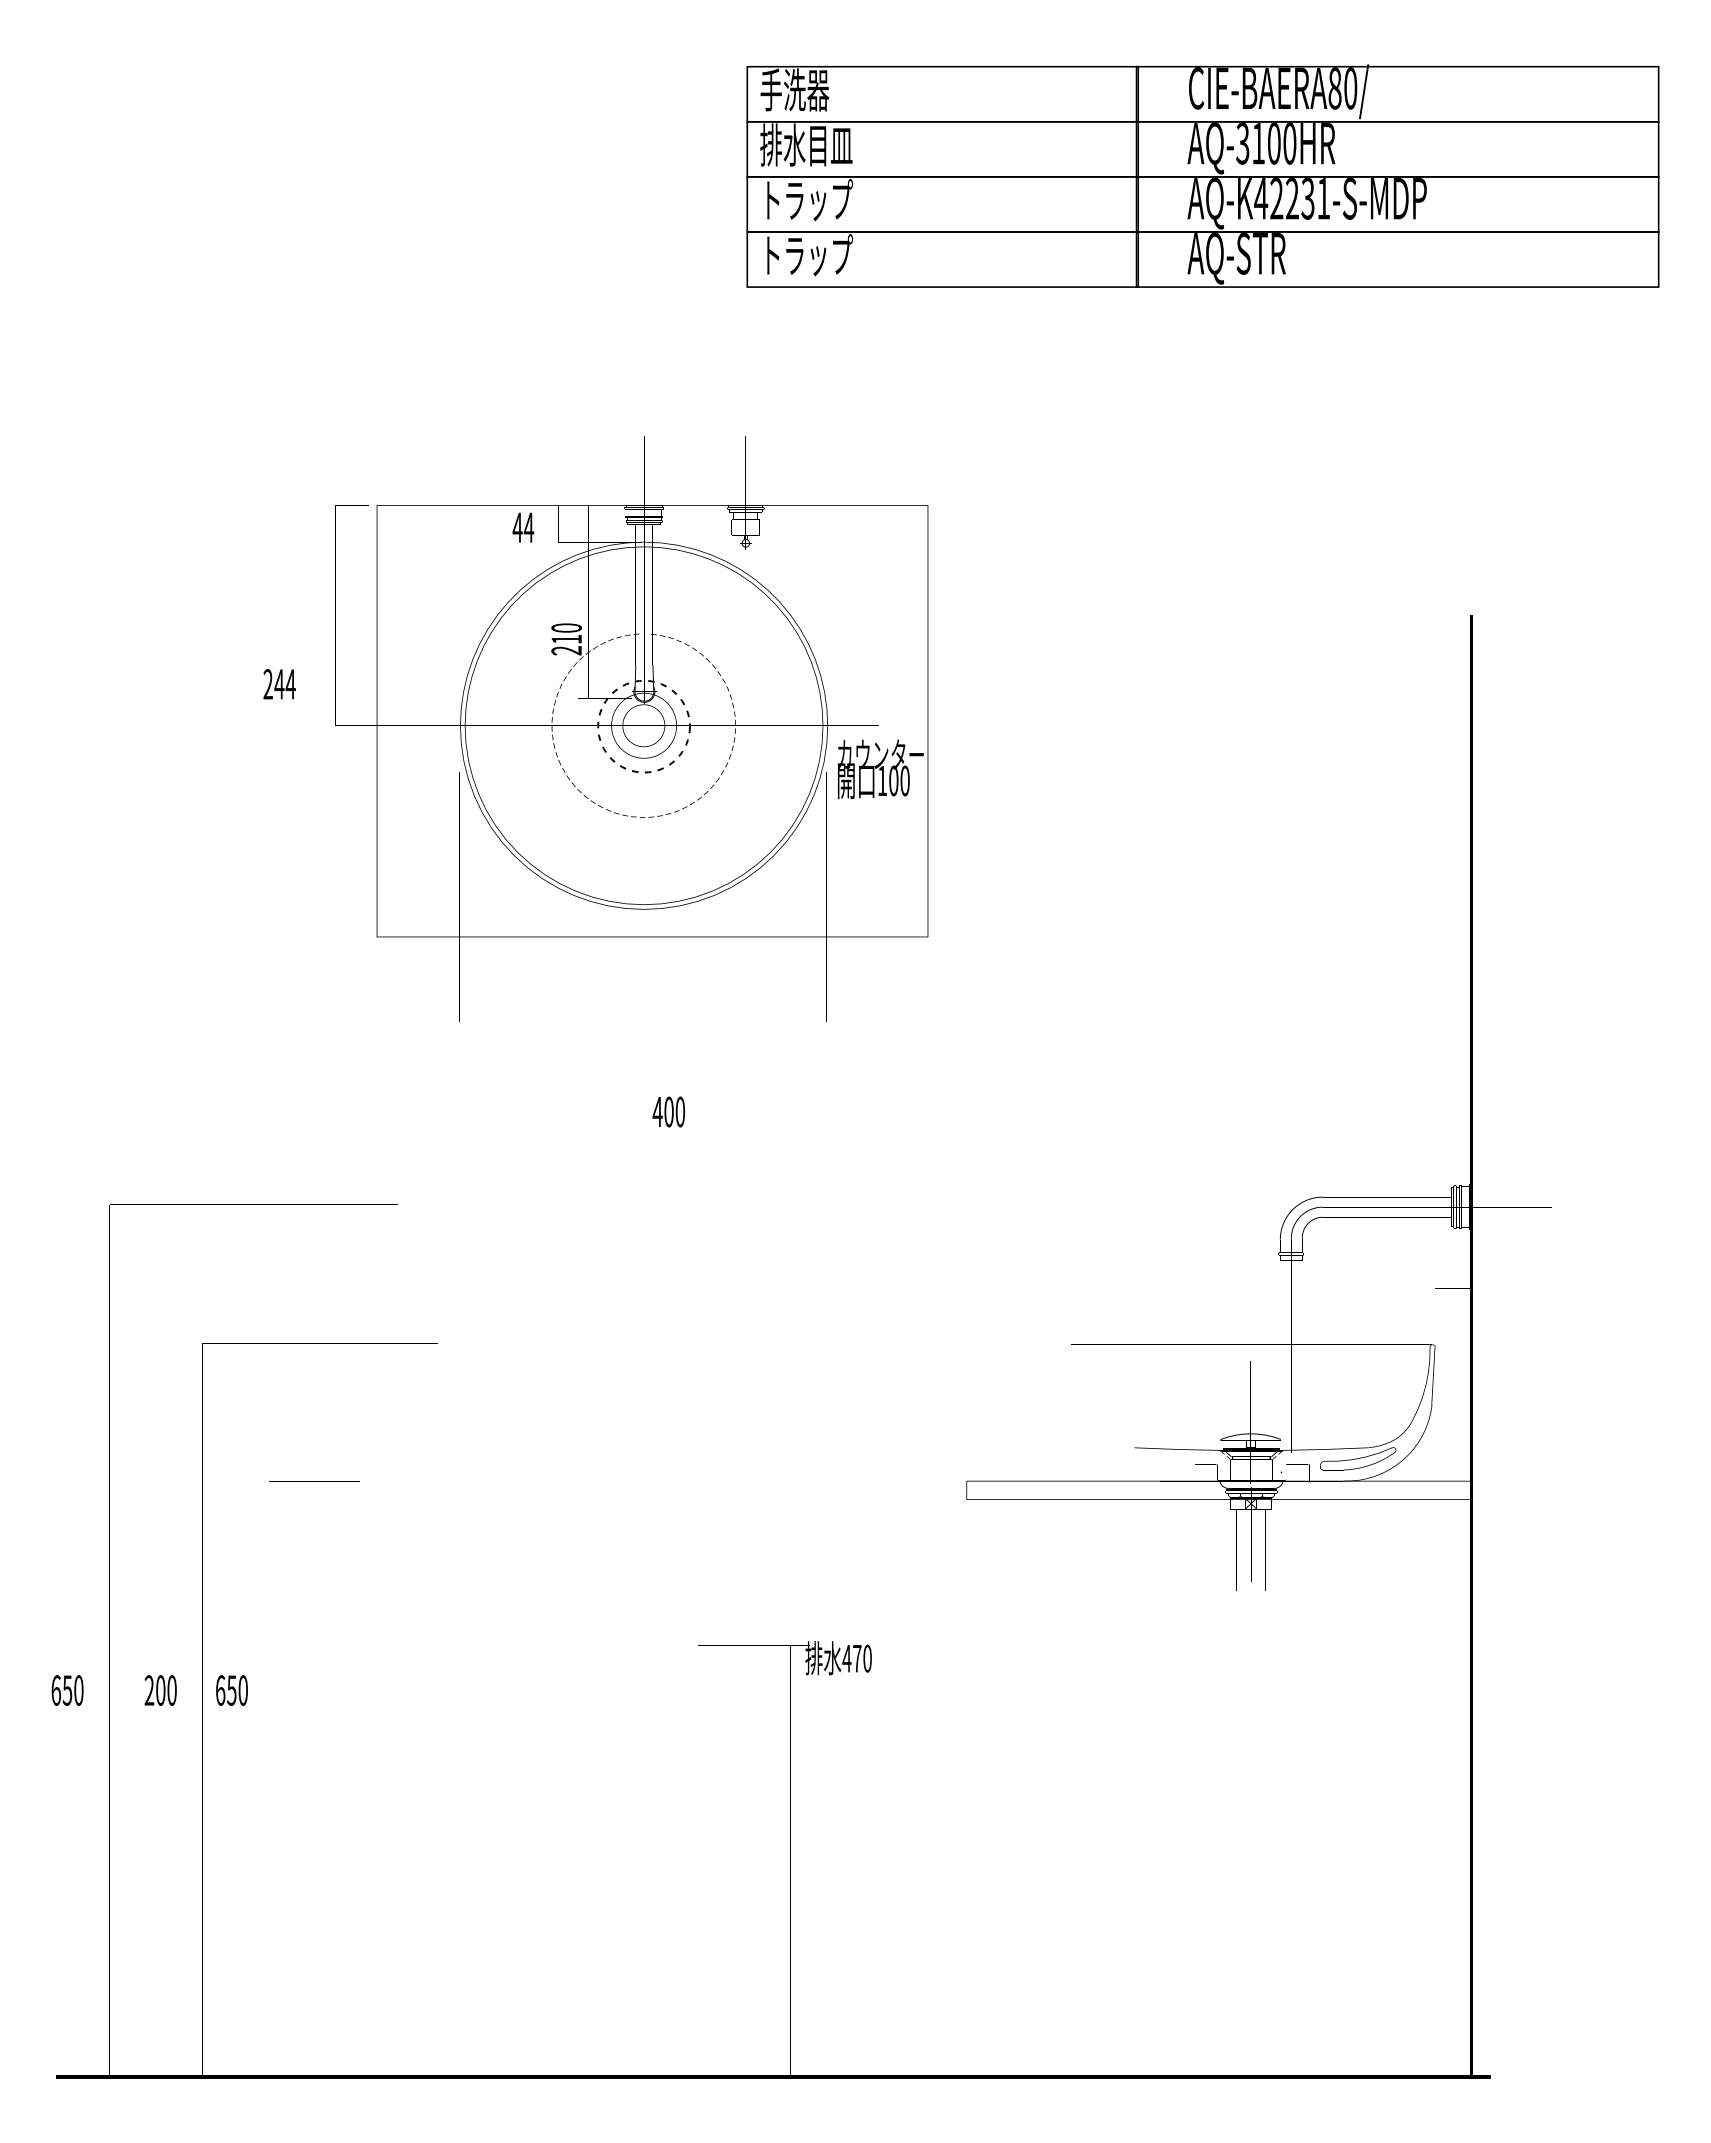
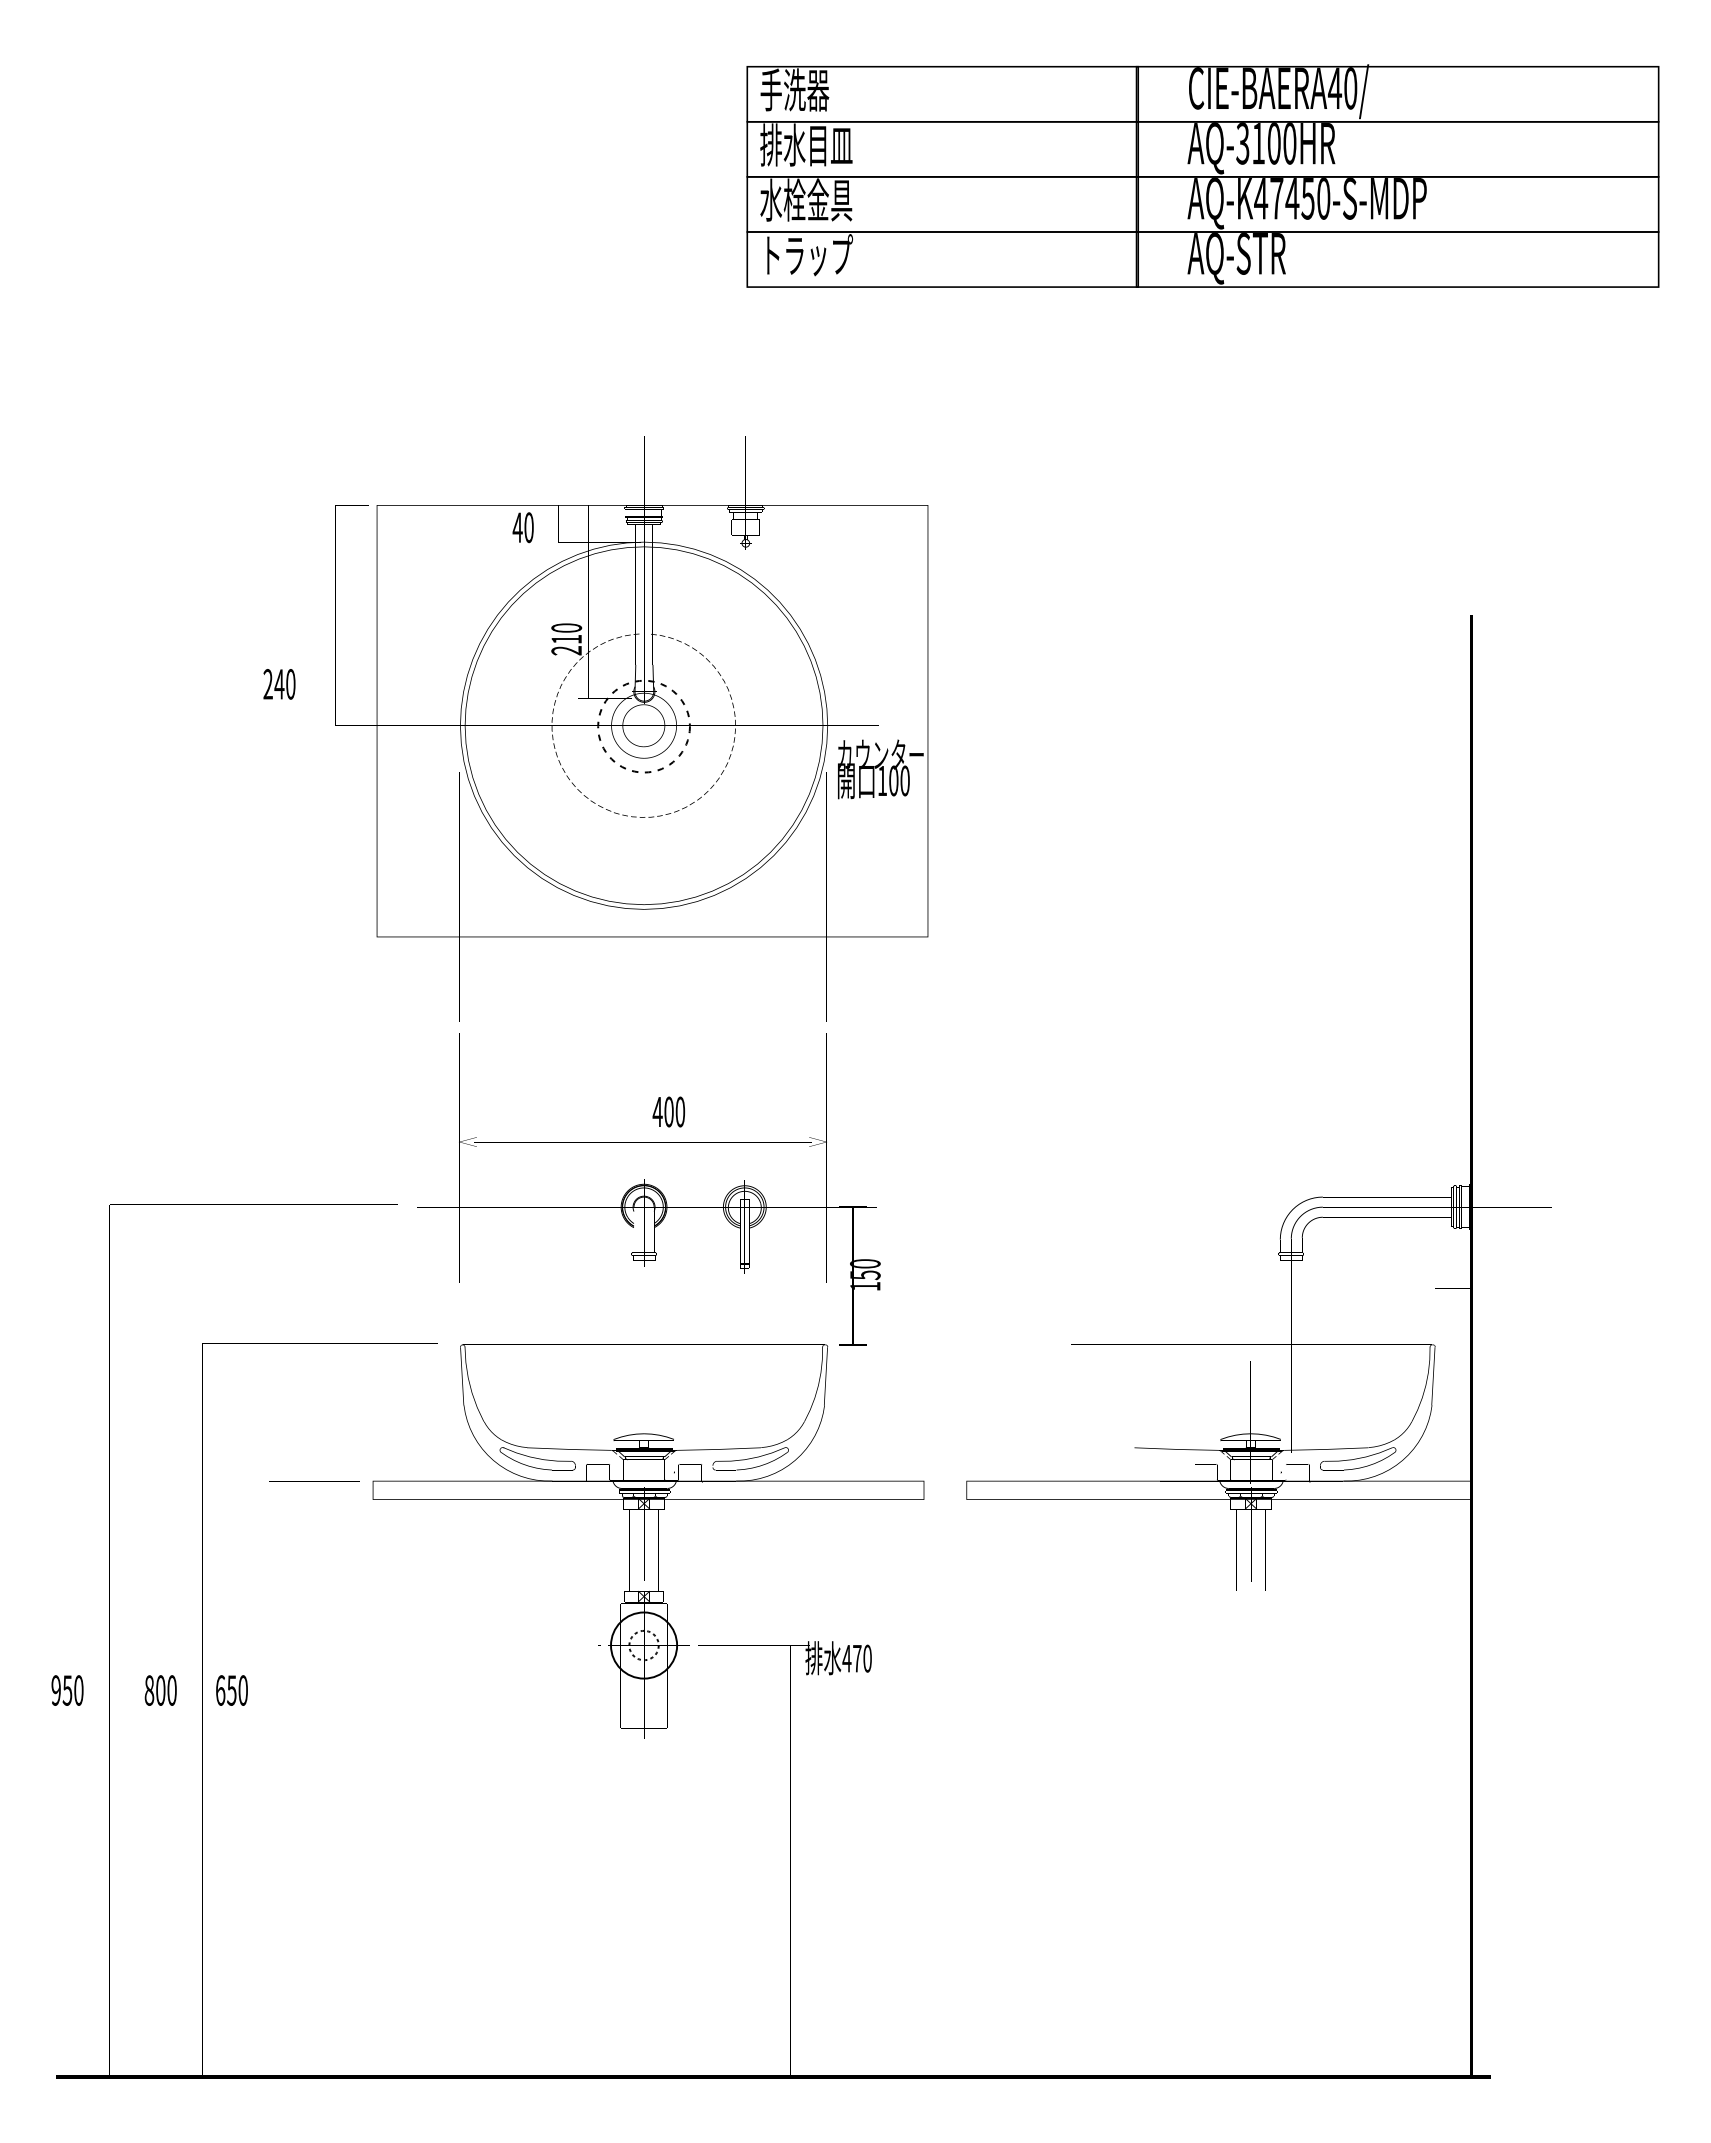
text at (1334, 88): CIE-BAERA80/ -> CIE-BAERA40/
text at (1300, 198): AQ-K42231-S-MDP -> AQ-K47450-S-MDP
text at (806, 199): トラップ -> 水栓金具
text at (528, 527): 44 -> 40
text at (290, 684): 244 -> 240
part at (648, 1385): none -> present
text at (55, 1690): 650 -> 950
text at (149, 1690): 200 -> 800
